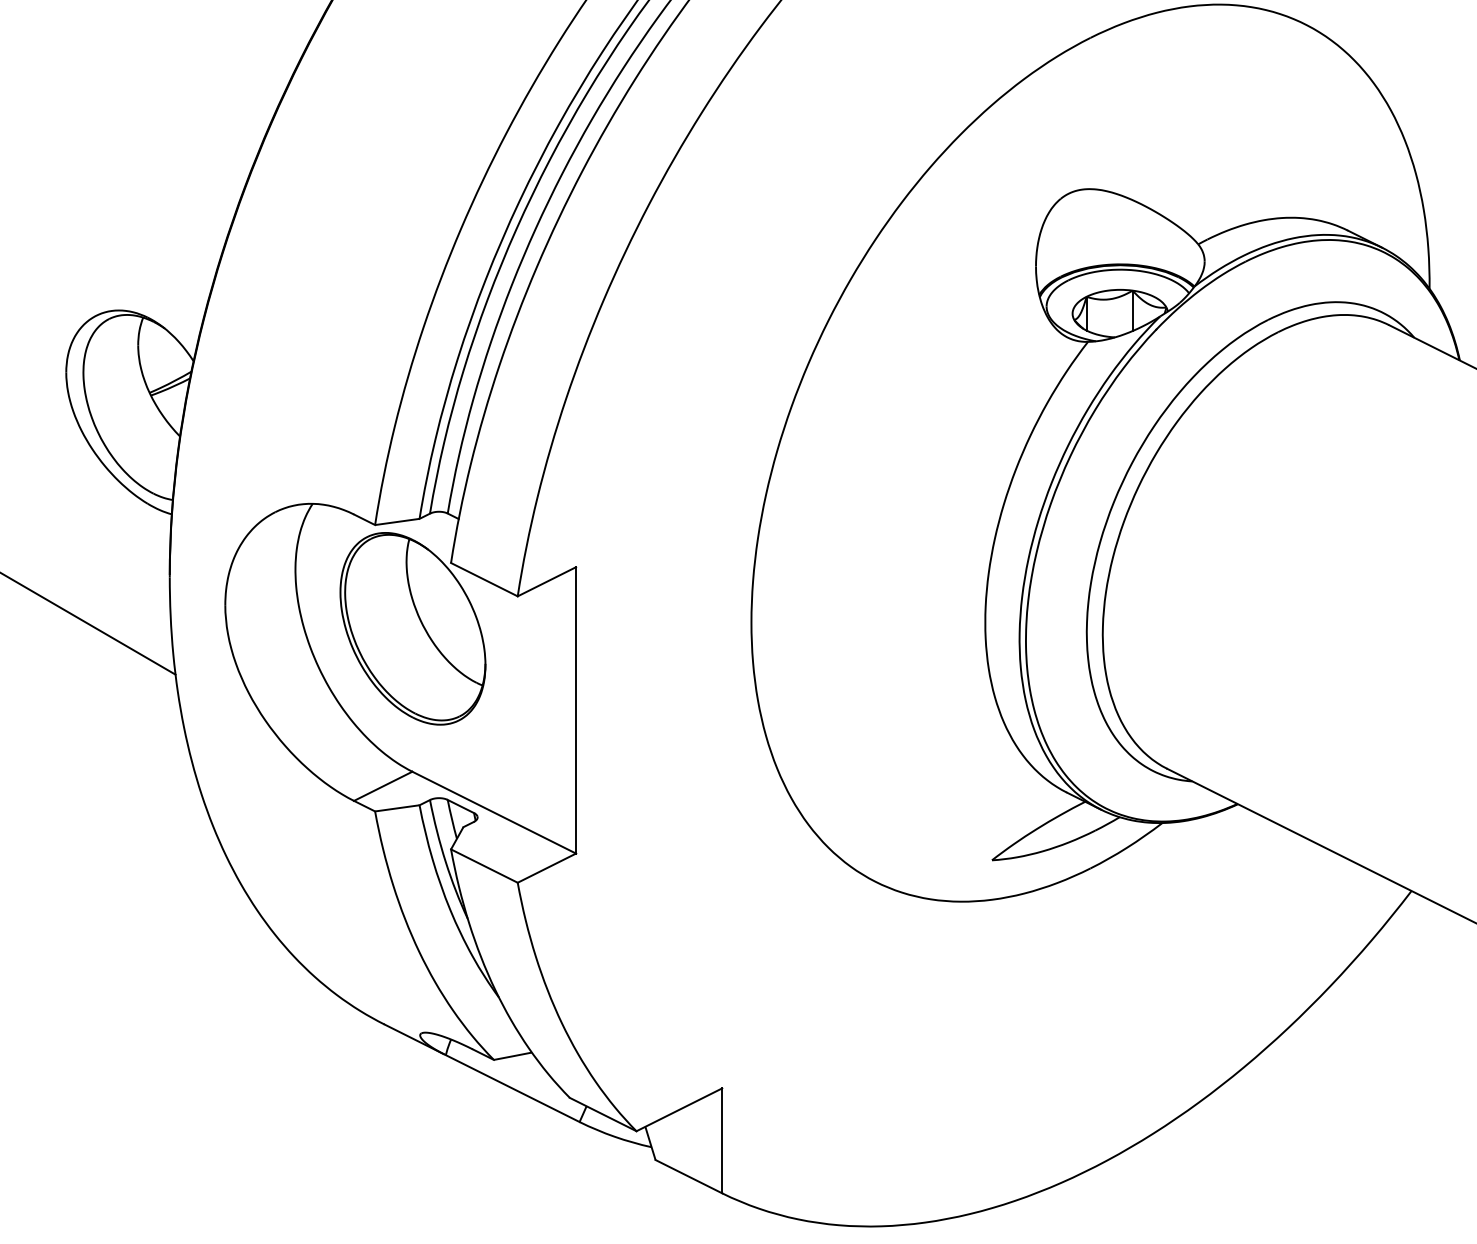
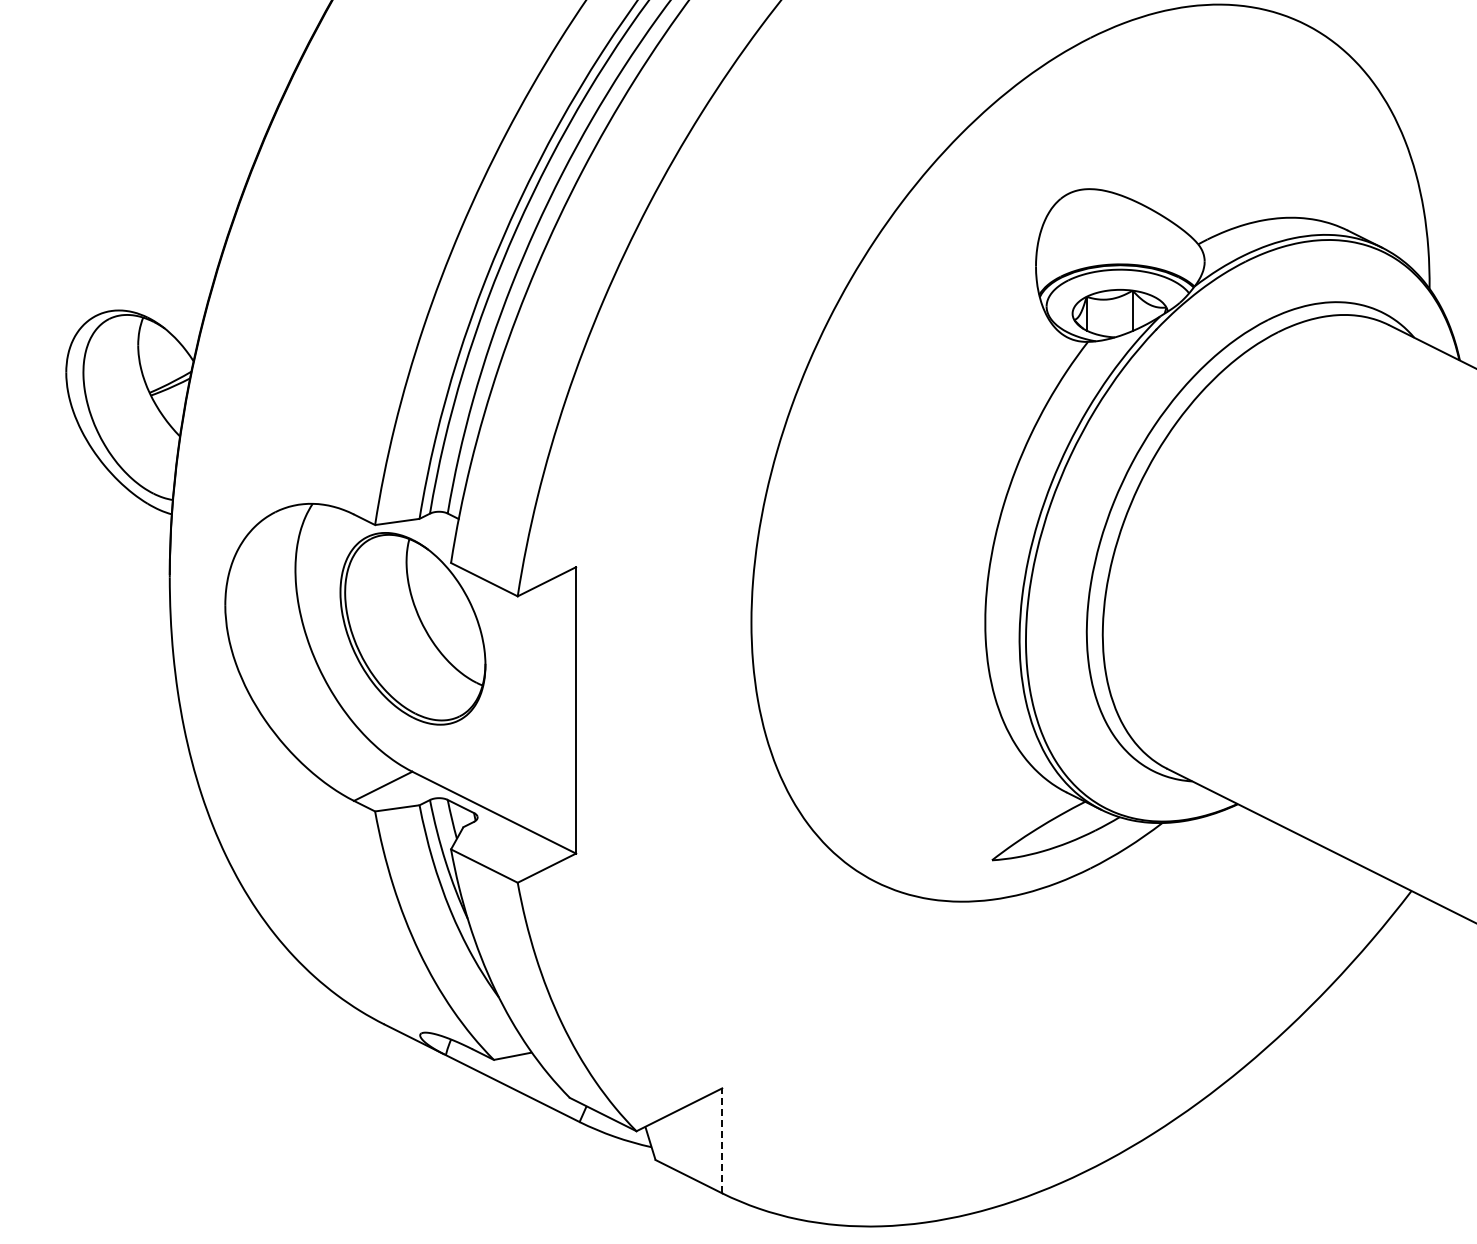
line at (88, 624): present -> none
line at (722, 1140): solid -> dashed
